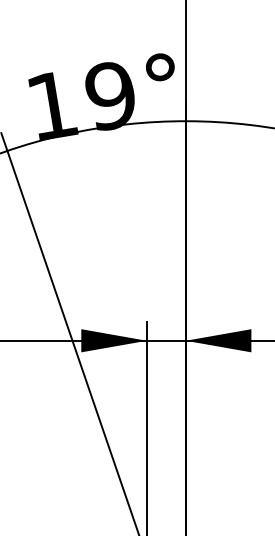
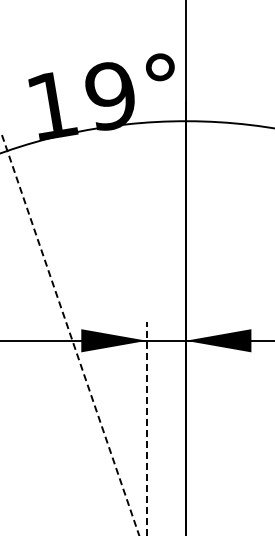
line at (70, 333): solid -> dashed
line at (146, 428): solid -> dashed
